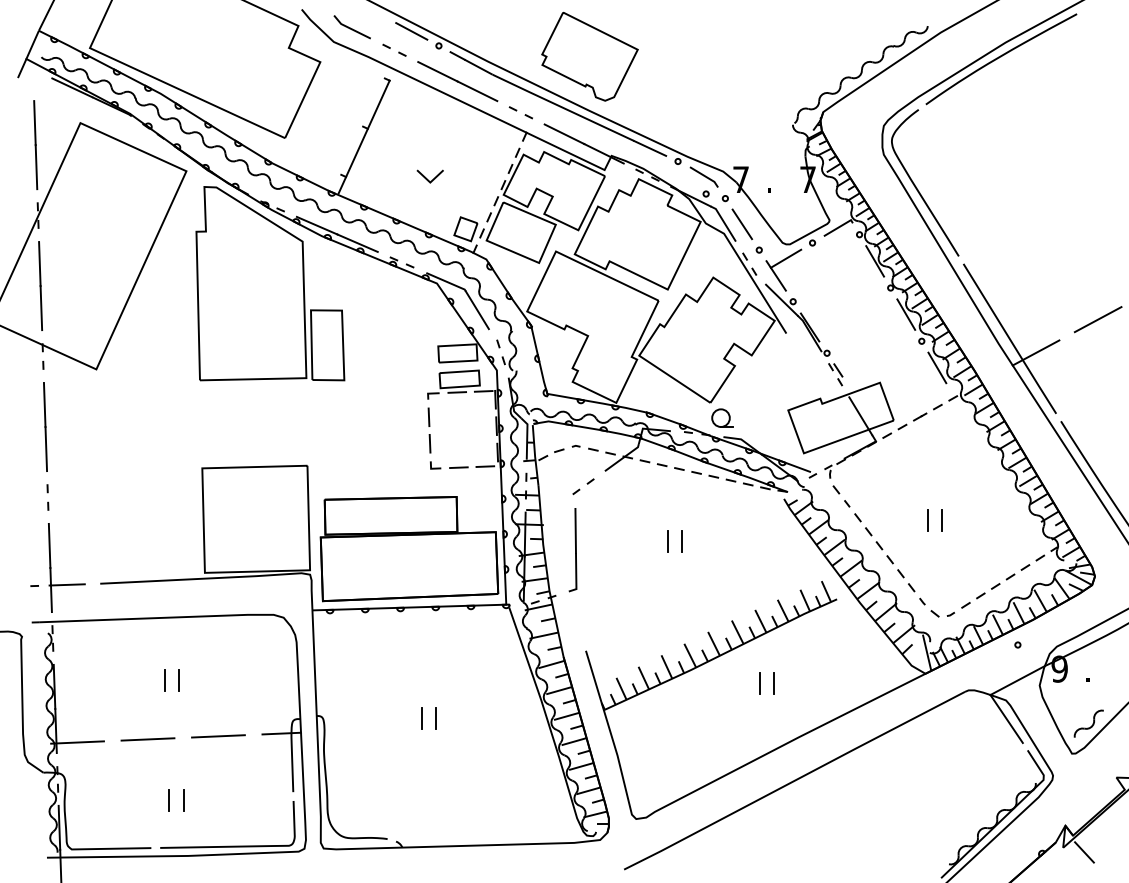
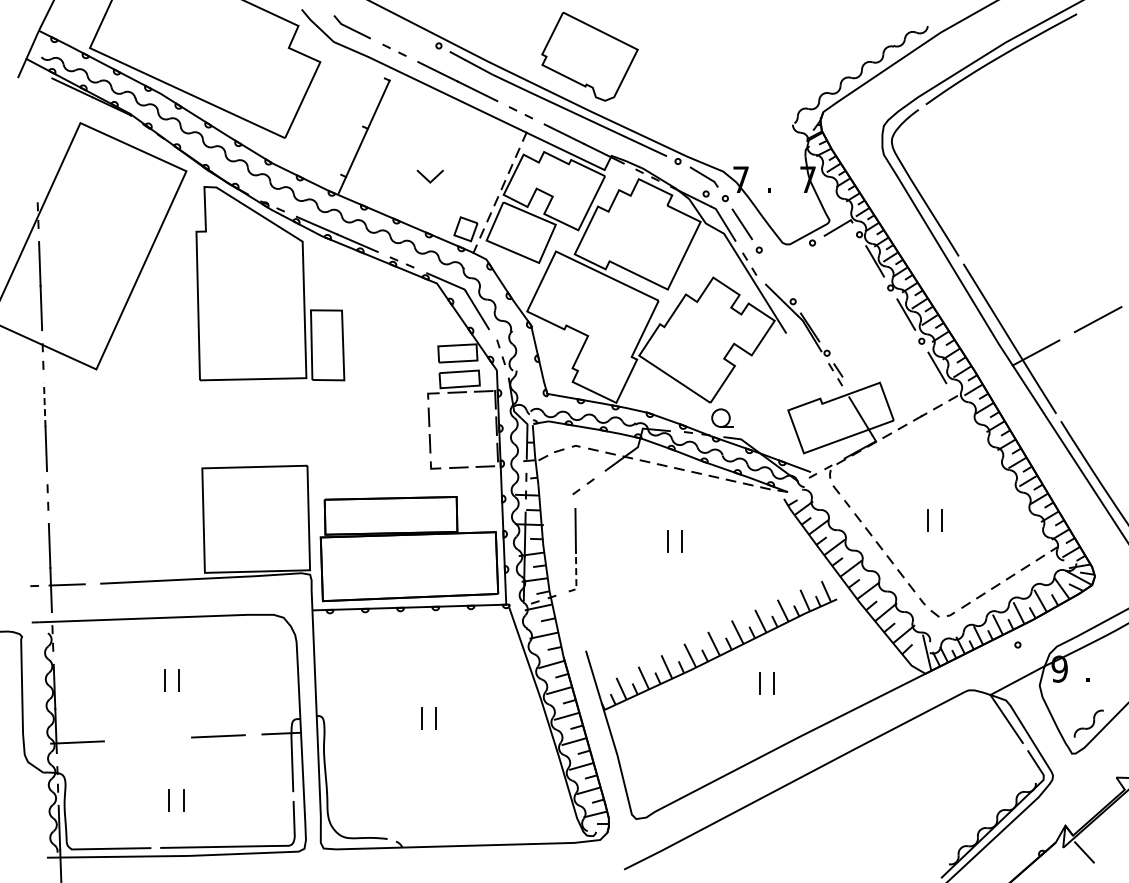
line at (411, 31): present -> none
line at (35, 144): present -> none
part at (780, 263): present -> none
line at (44, 404): solid -> dashed
line at (576, 575): solid -> dashed
line at (147, 739): present -> none
